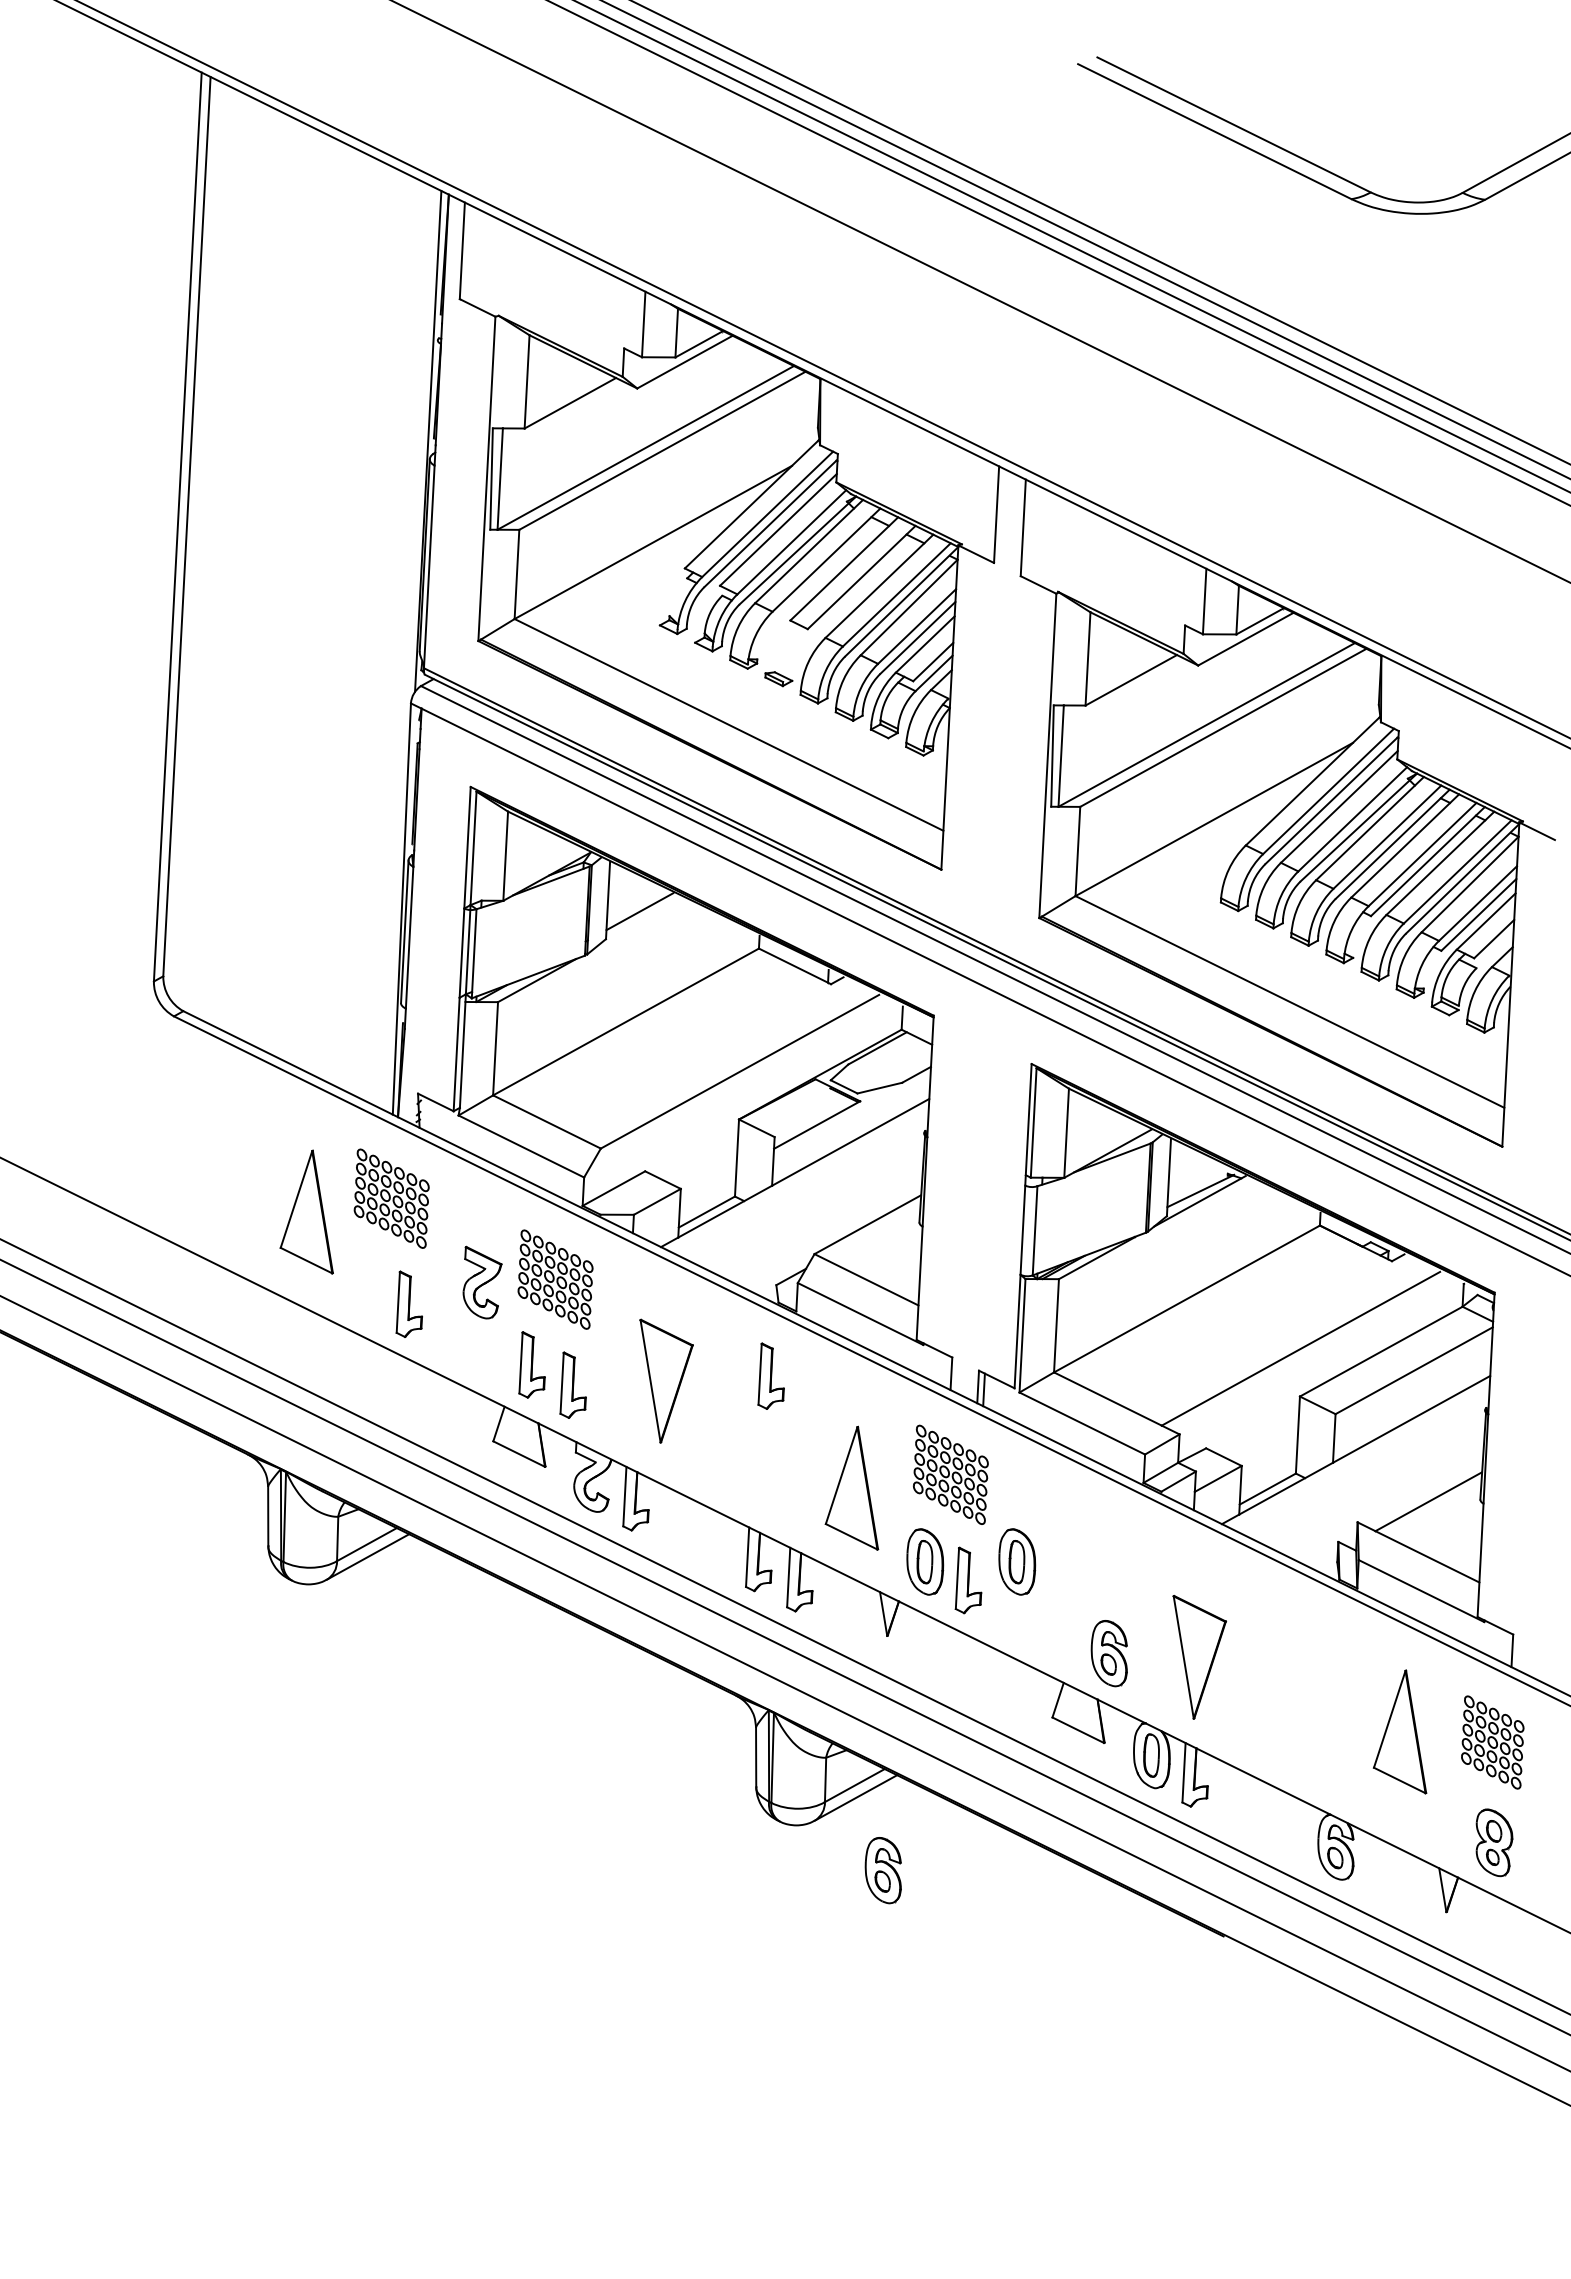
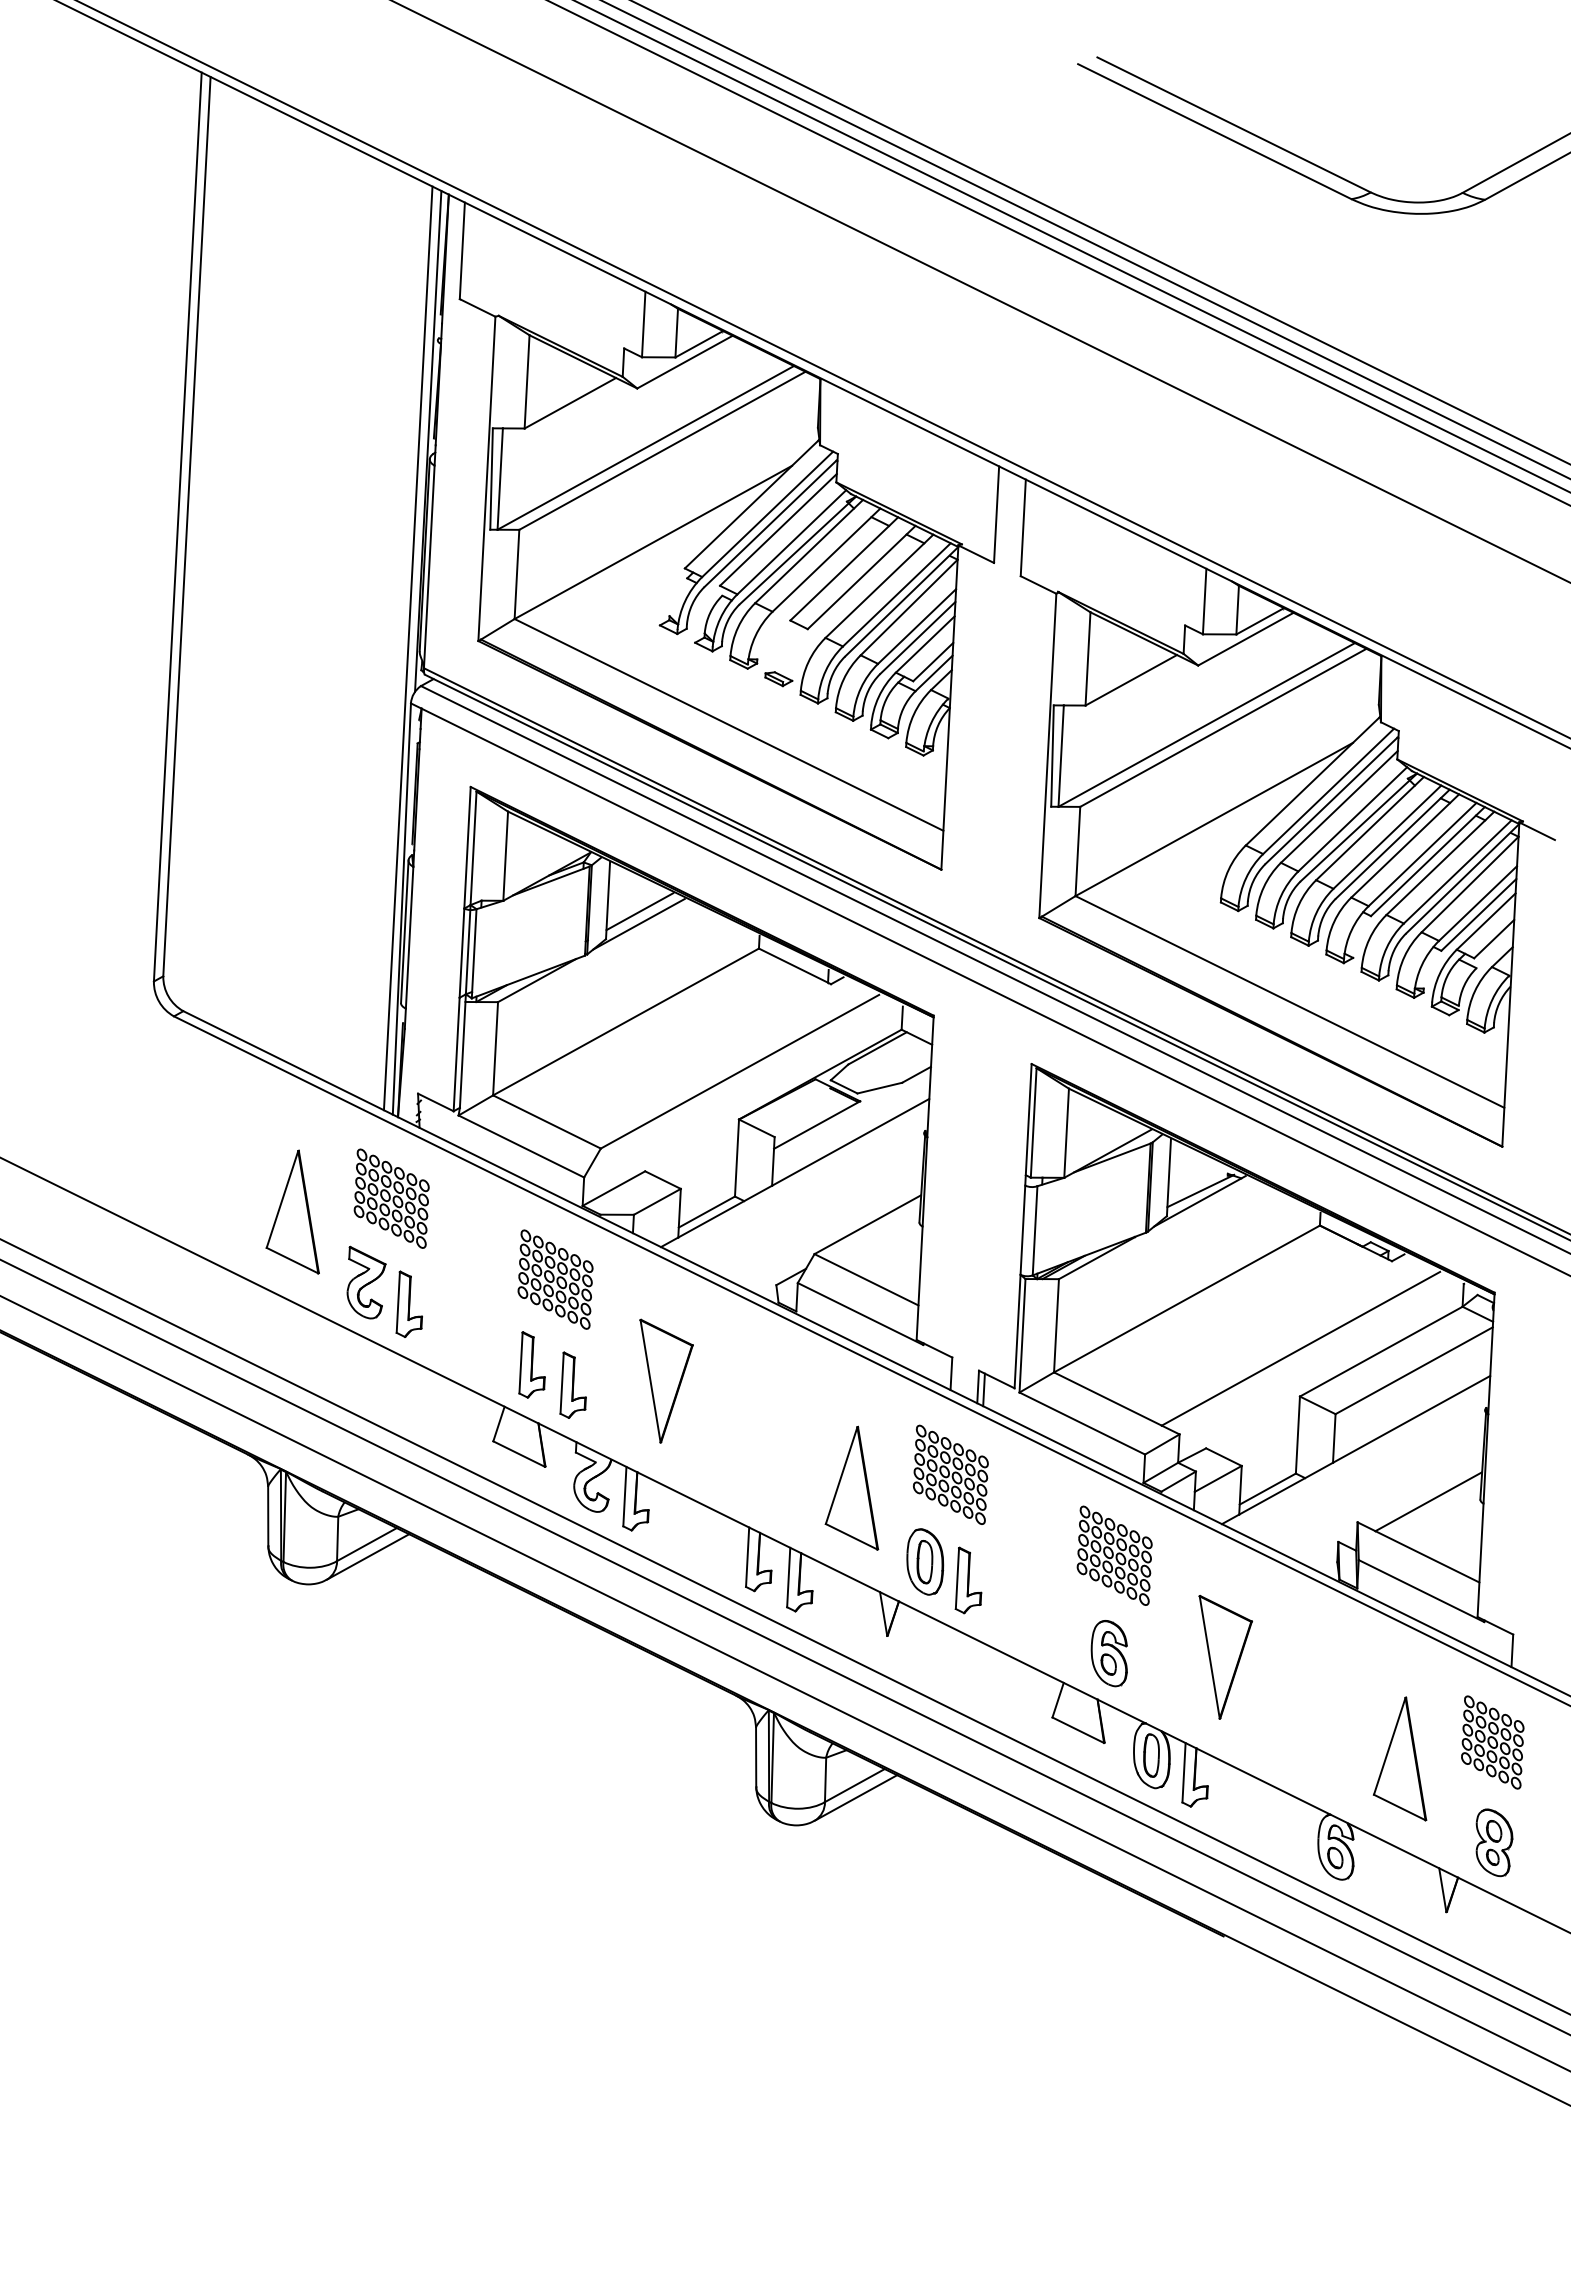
line at (407, 648): none -> present
line at (638, 923): none -> present
part at (306, 1211) position: (306, 1211) -> (292, 1211)
part at (482, 1282) position: (482, 1282) -> (366, 1282)
part at (770, 1375): present -> none
part at (1114, 1555): none -> present
part at (1017, 1561): present -> none
part at (1199, 1657) position: (1199, 1657) -> (1225, 1657)
part at (1399, 1731) position: (1399, 1731) -> (1399, 1758)
part at (882, 1870): present -> none
